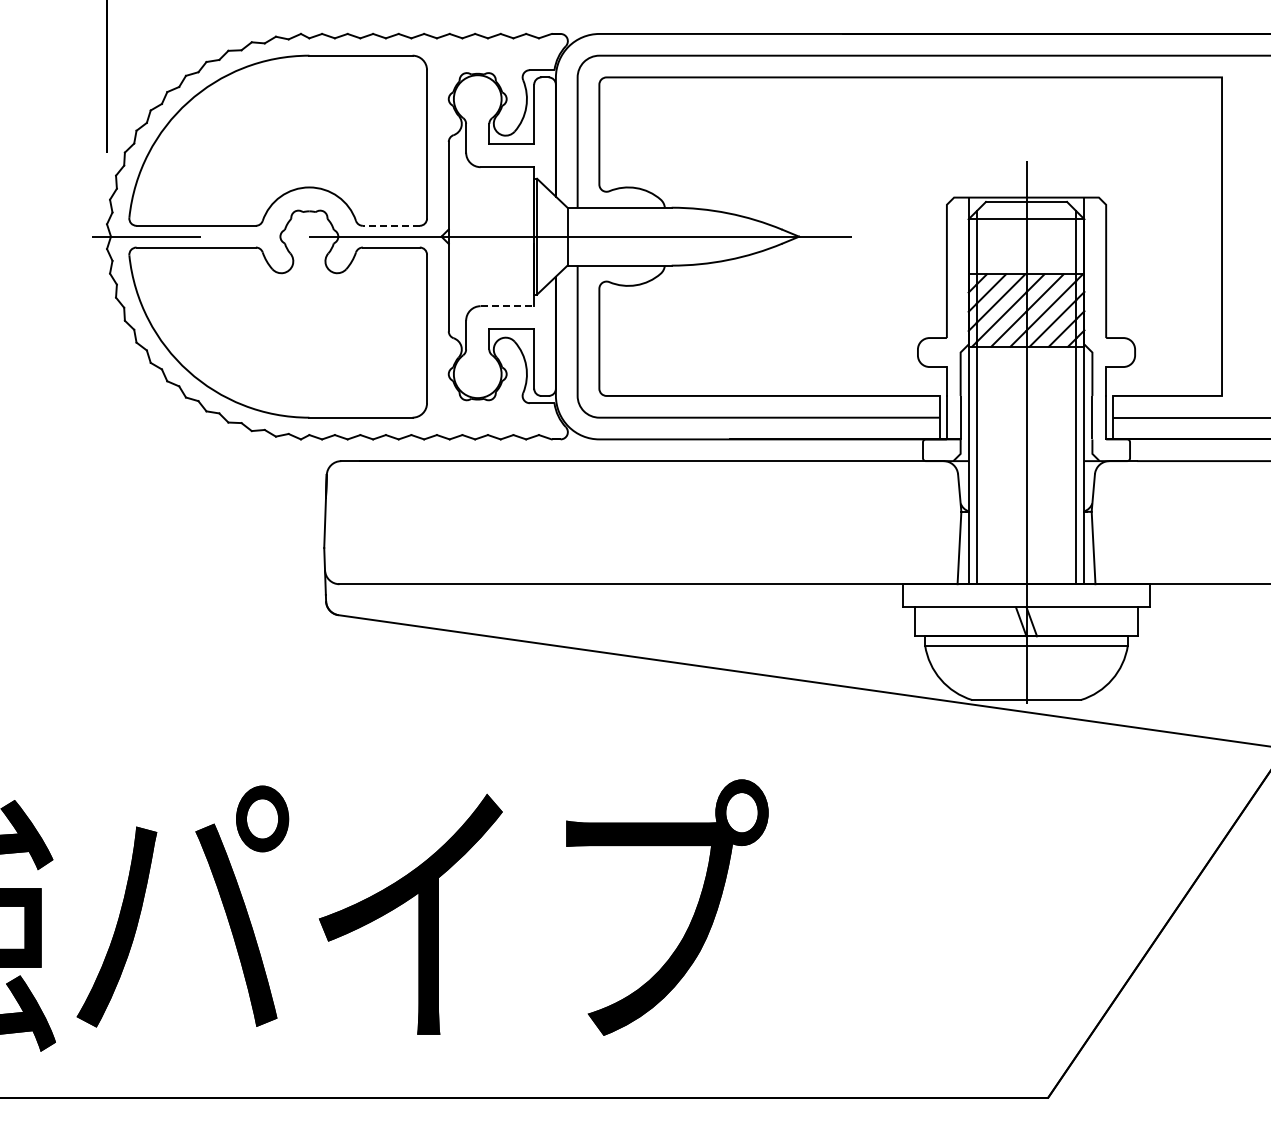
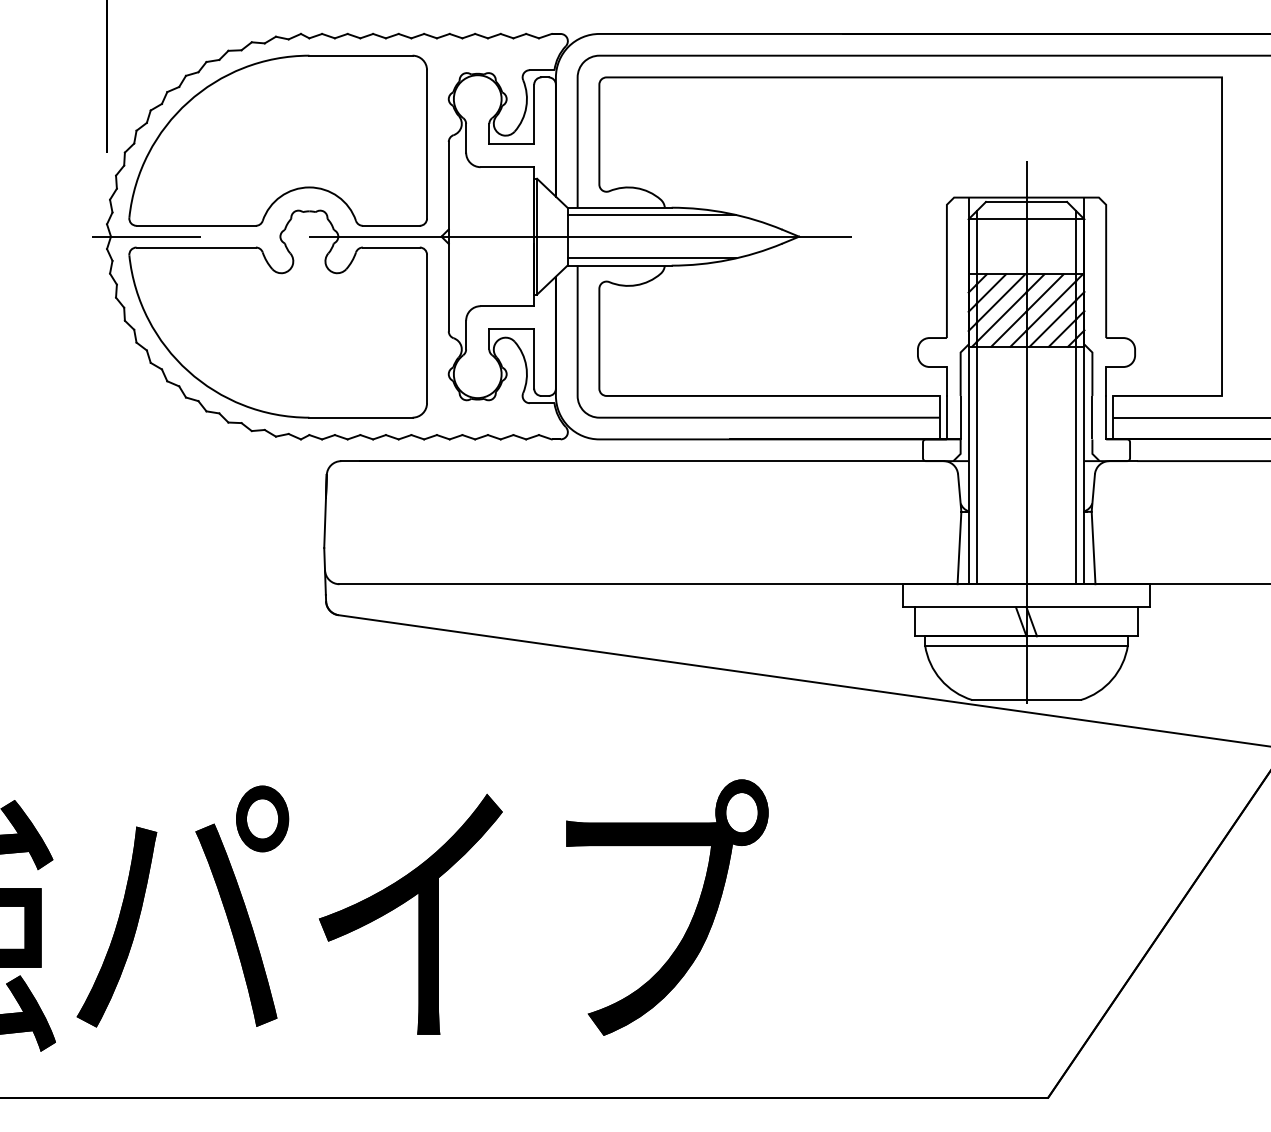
line at (651, 214): none -> present
line at (390, 225): dashed -> solid
line at (651, 258): none -> present
line at (507, 306): dashed -> solid
